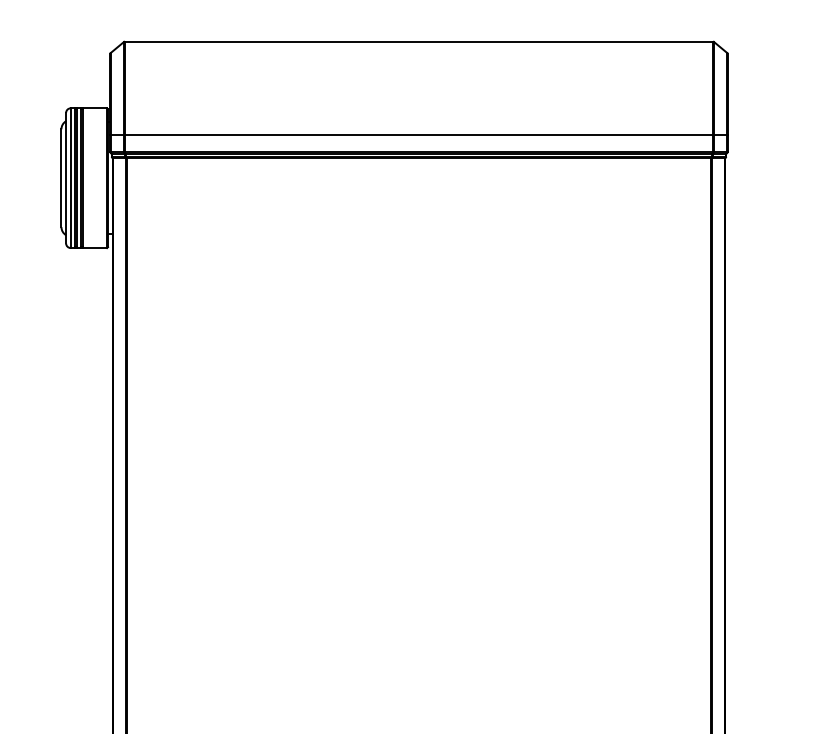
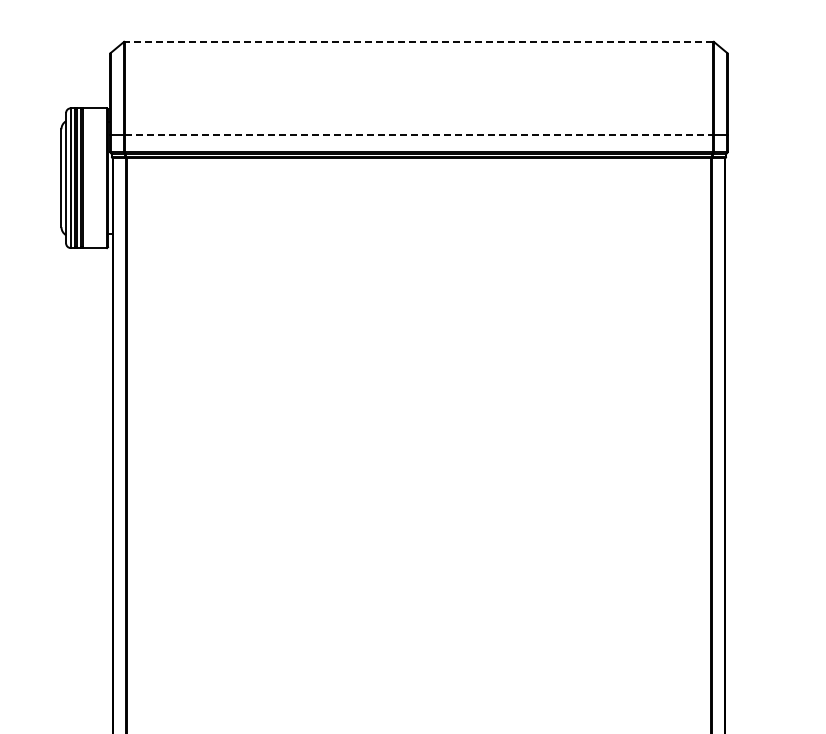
line at (418, 41): solid -> dashed
line at (419, 134): solid -> dashed
